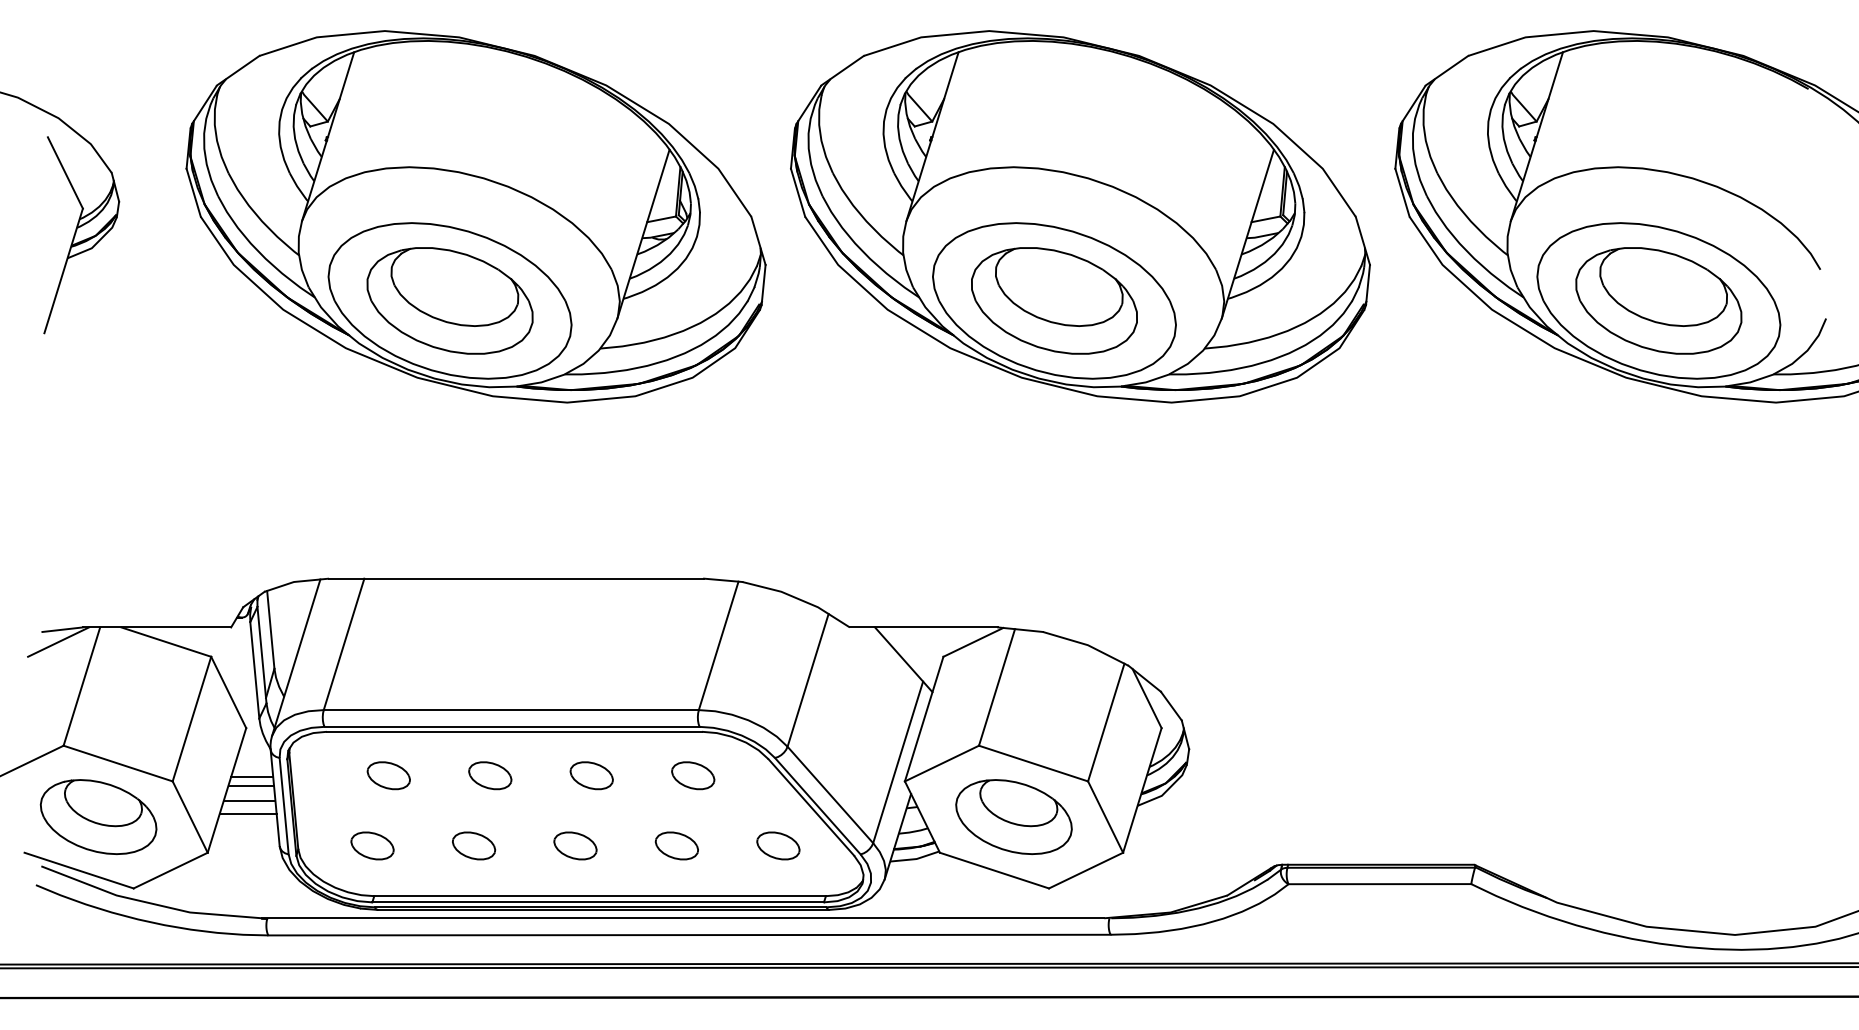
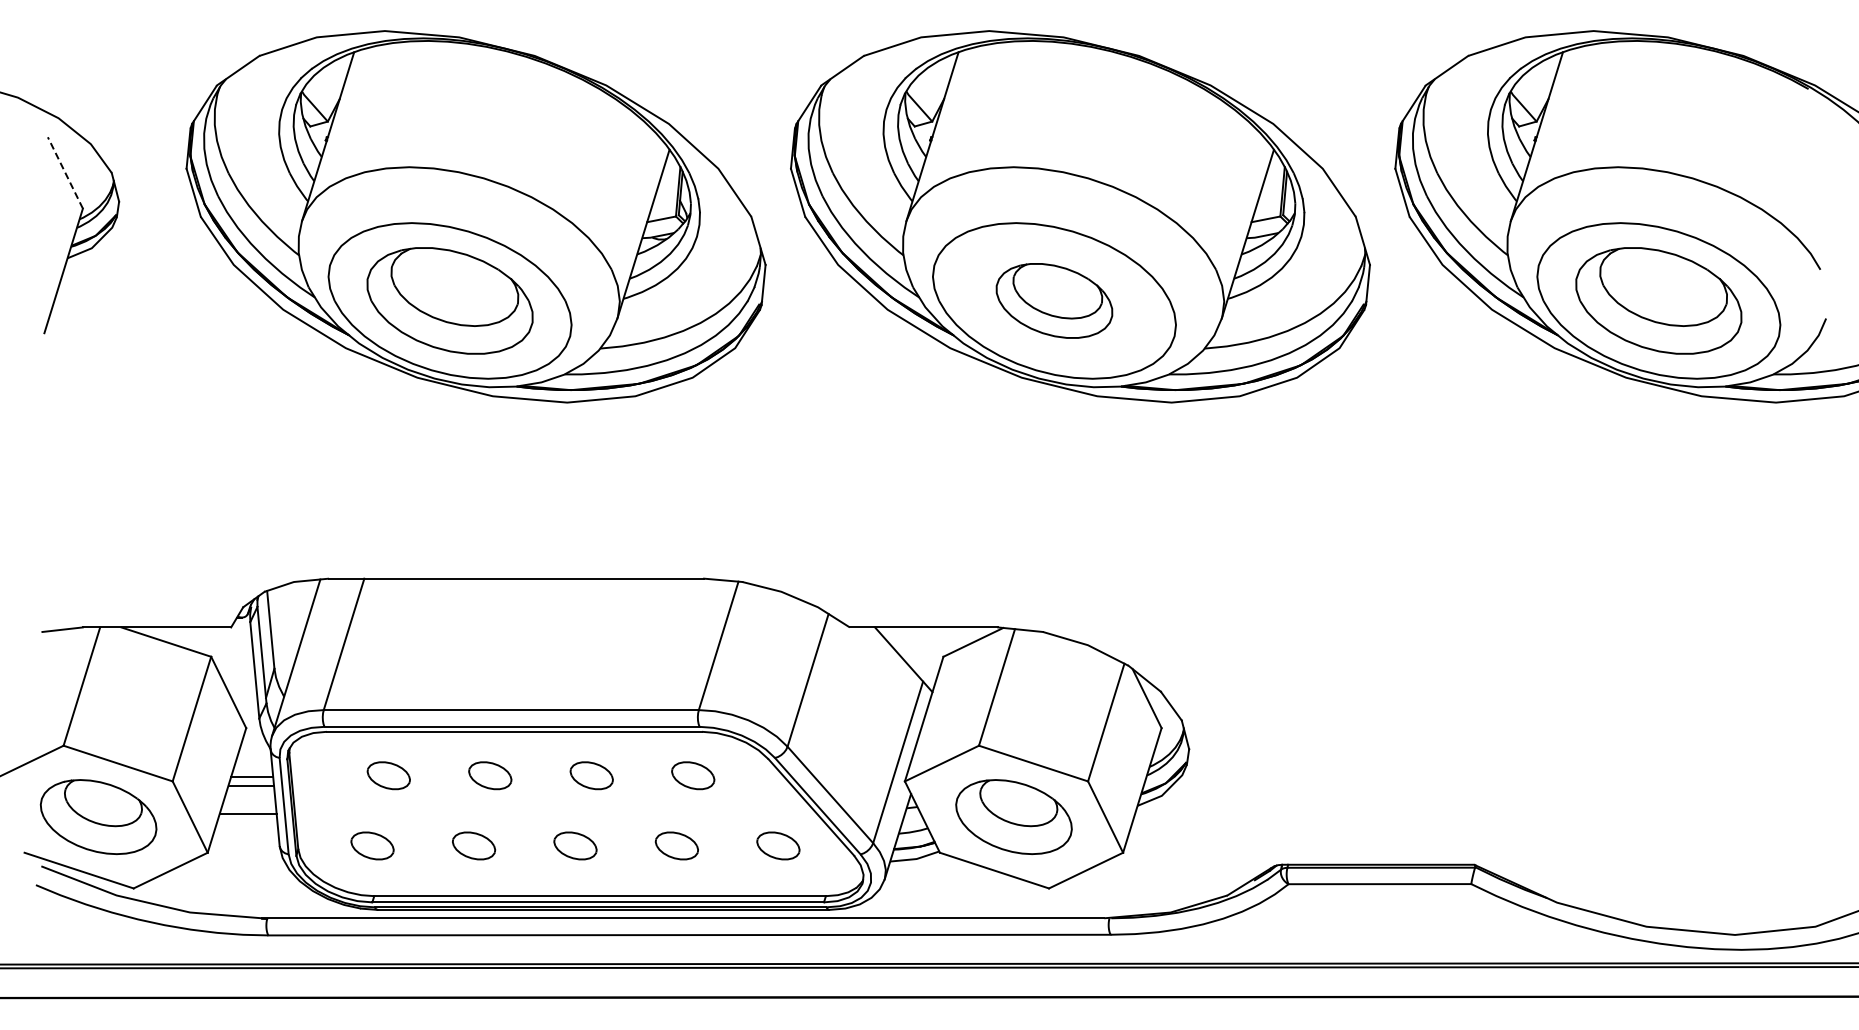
line at (65, 172): solid -> dashed
part at (1054, 300) size: 167x108 px -> 119x76 px
line at (58, 641): present -> none
line at (249, 801): present -> none
